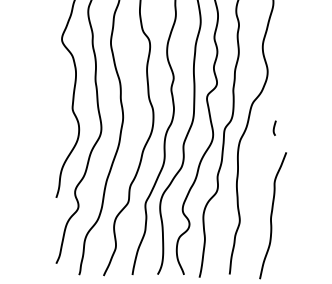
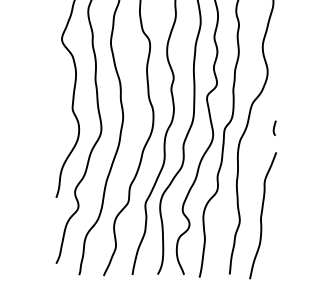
curve at (272, 215) position: (272, 215) -> (262, 215)
